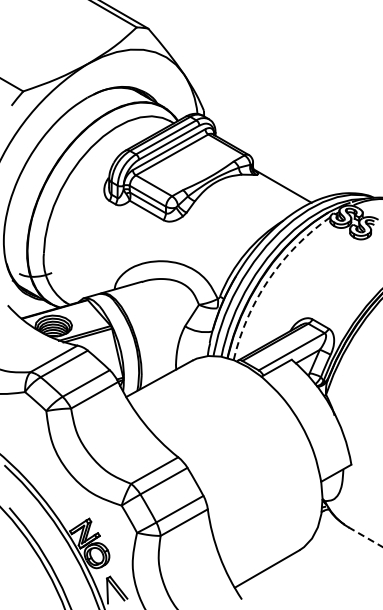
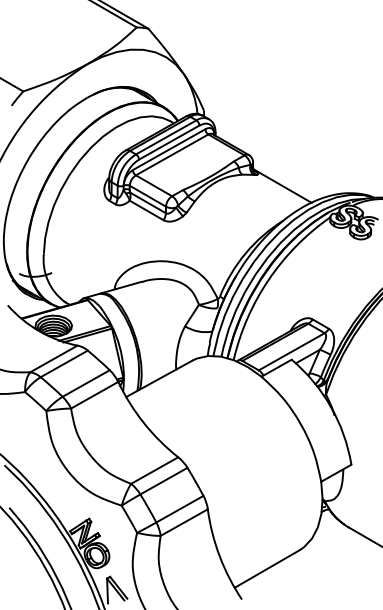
arc at (268, 279): dashed -> solid
line at (365, 537): dashed -> solid
